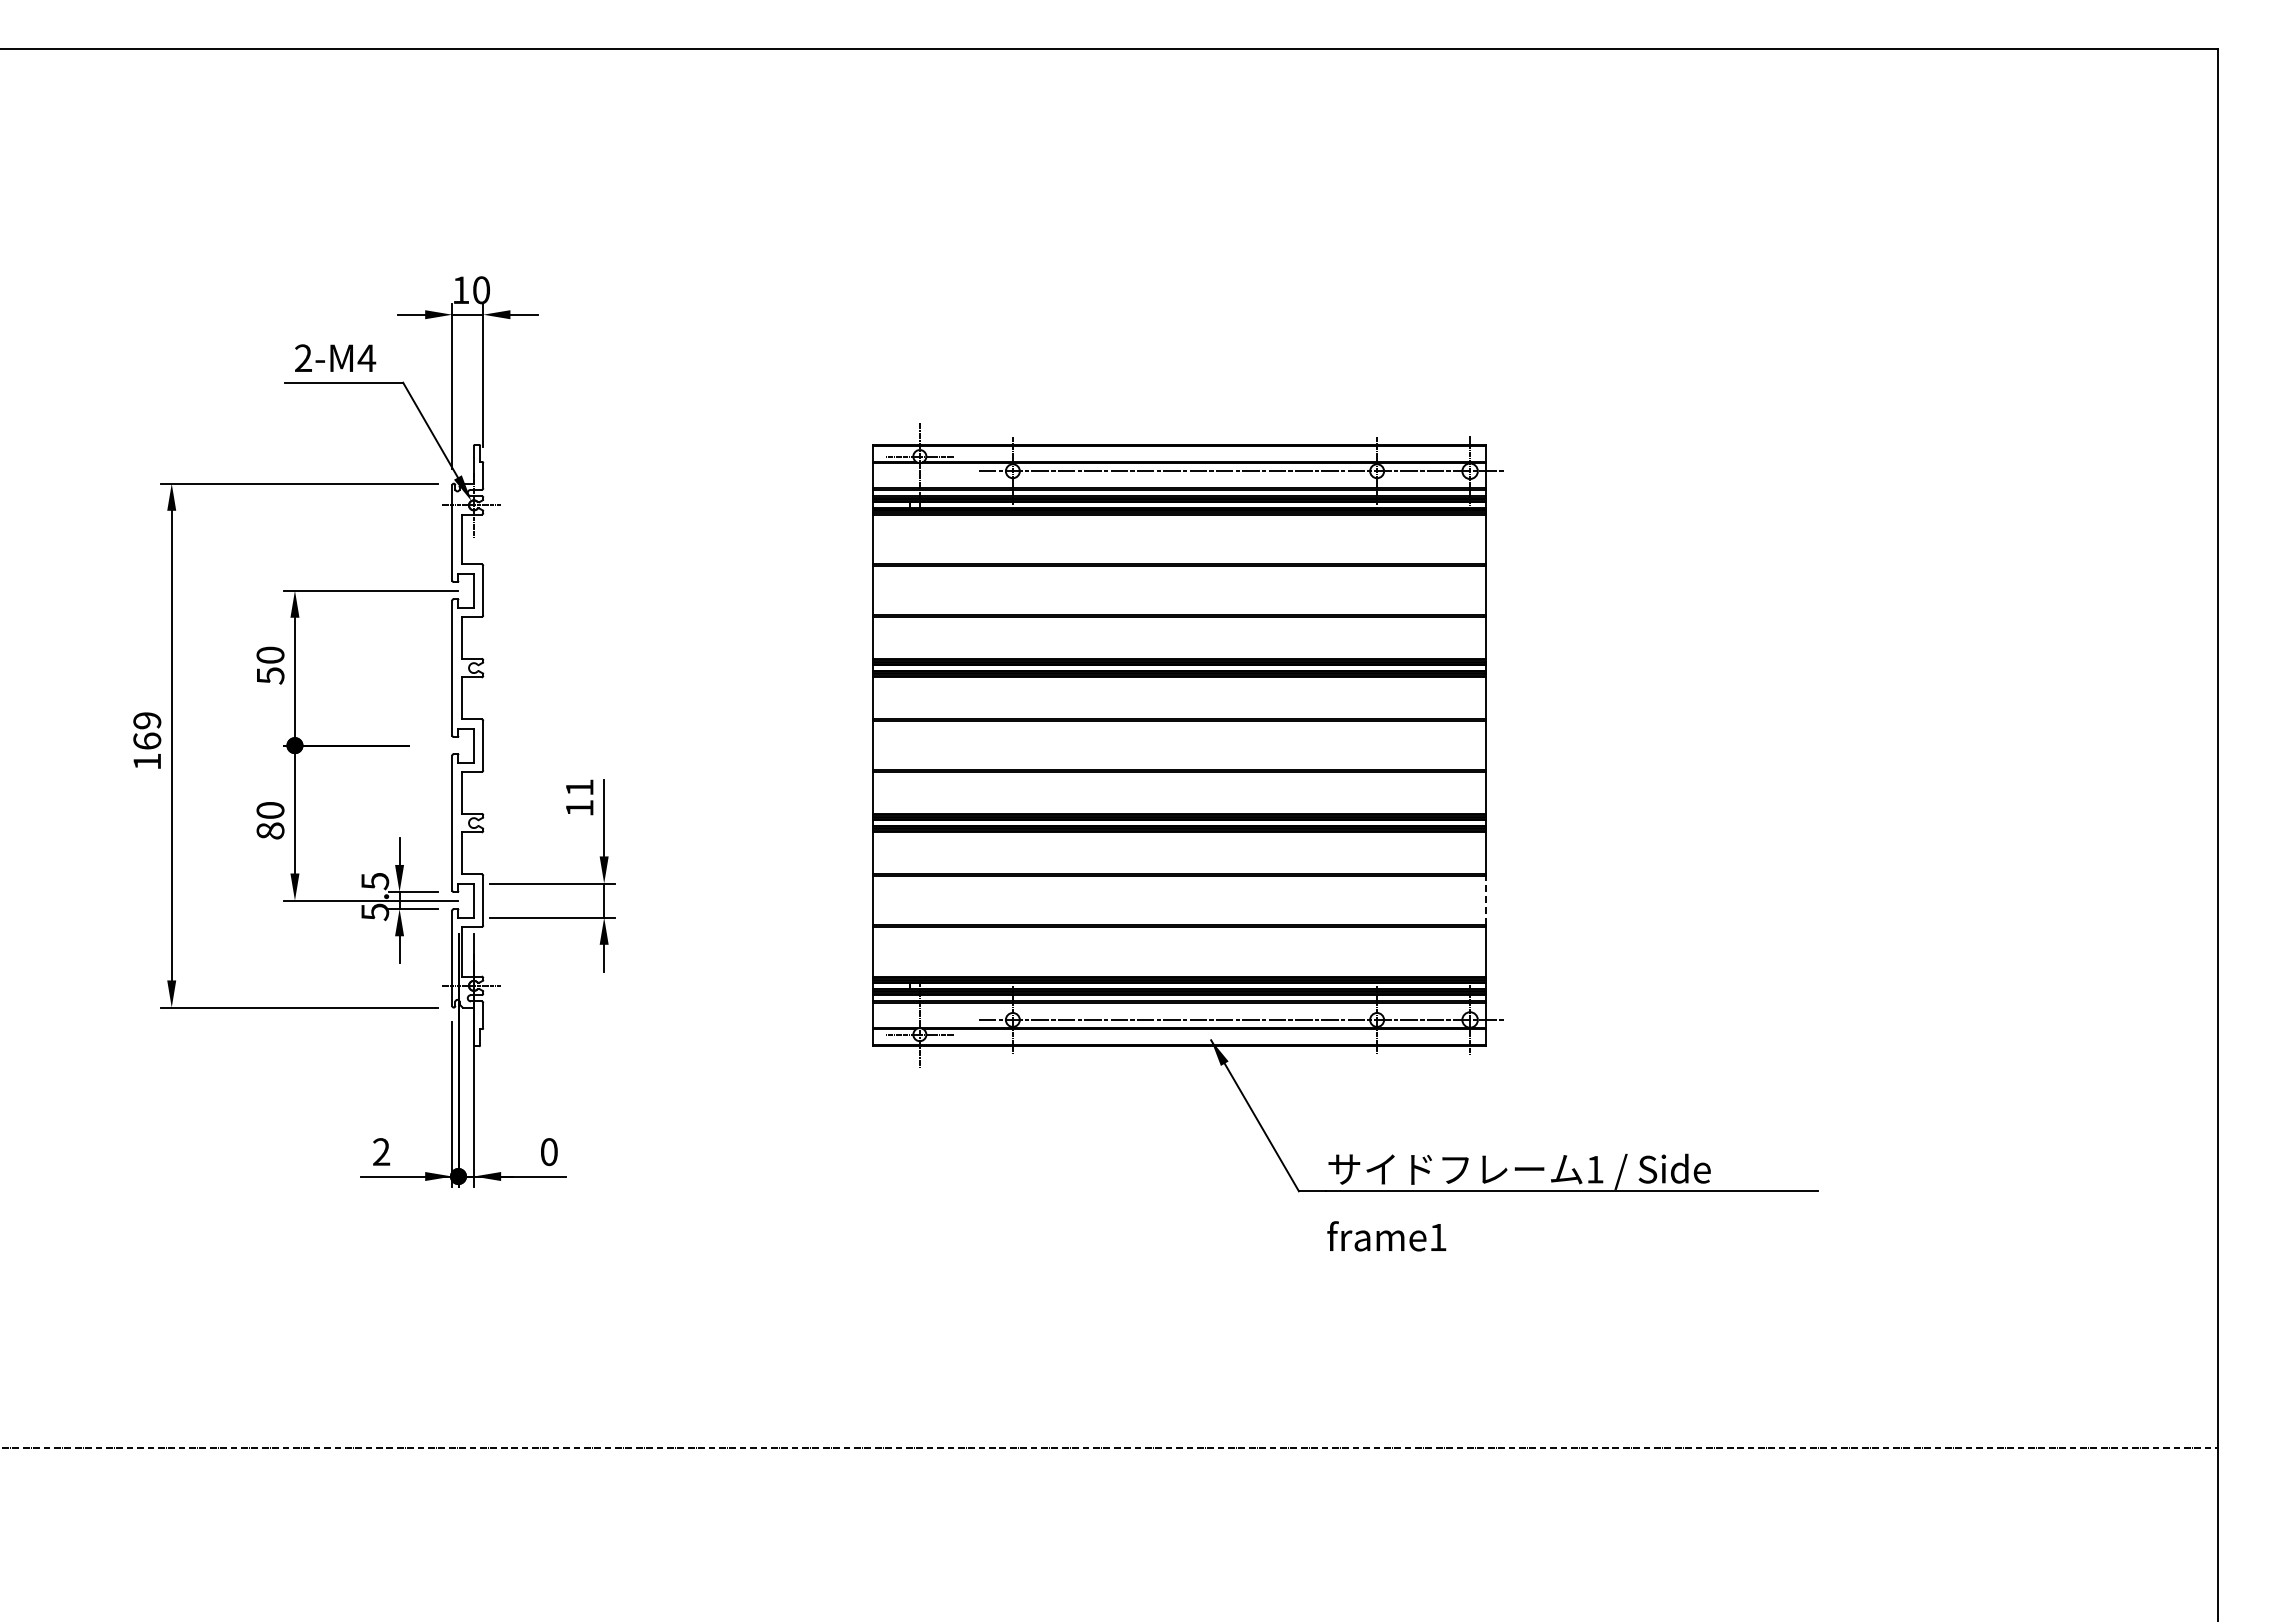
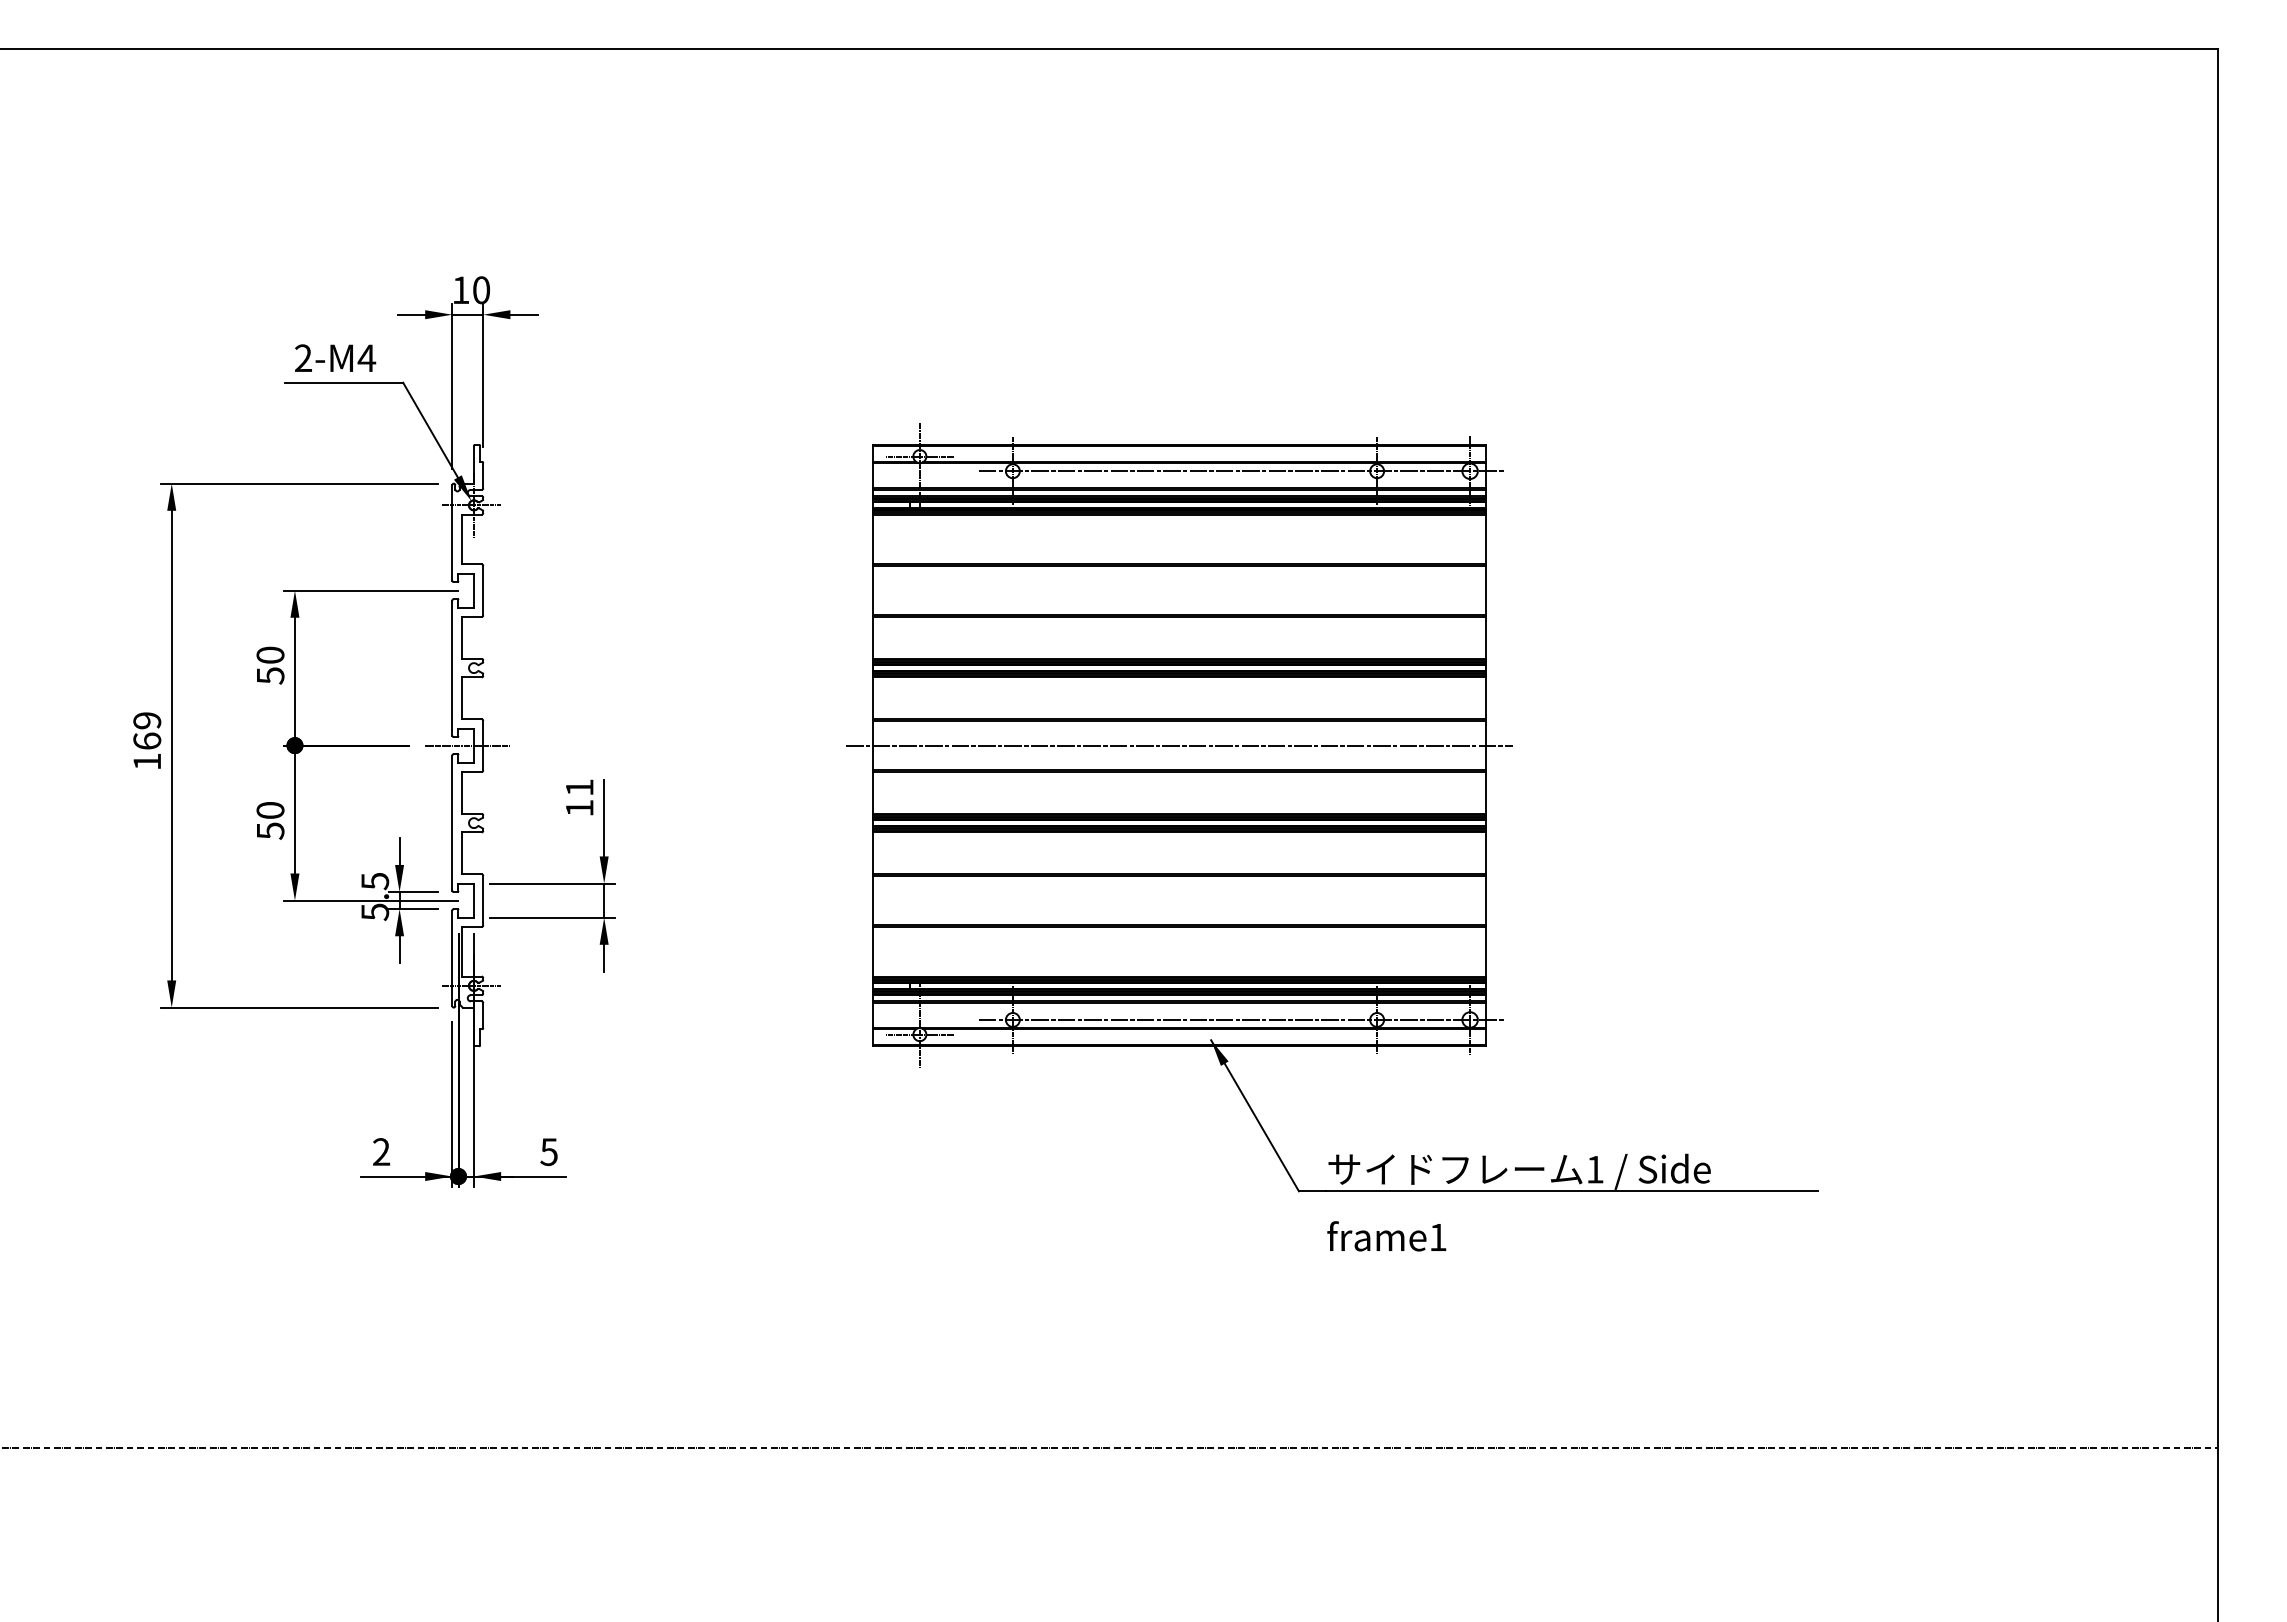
line at (467, 745): none -> present
line at (1179, 745): none -> present
text at (270, 830): 80 -> 50
line at (1485, 900): dashed -> solid
text at (548, 1151): 0 -> 5
